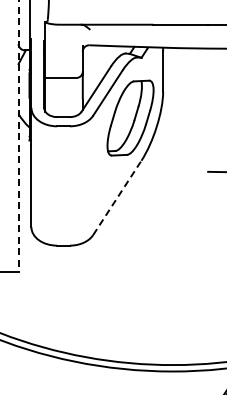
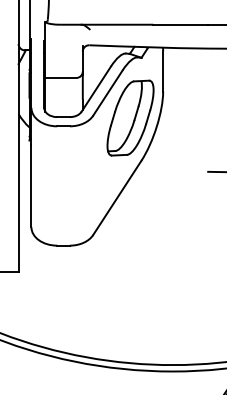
line at (18, 136): dashed -> solid
line at (117, 197): dashed -> solid
